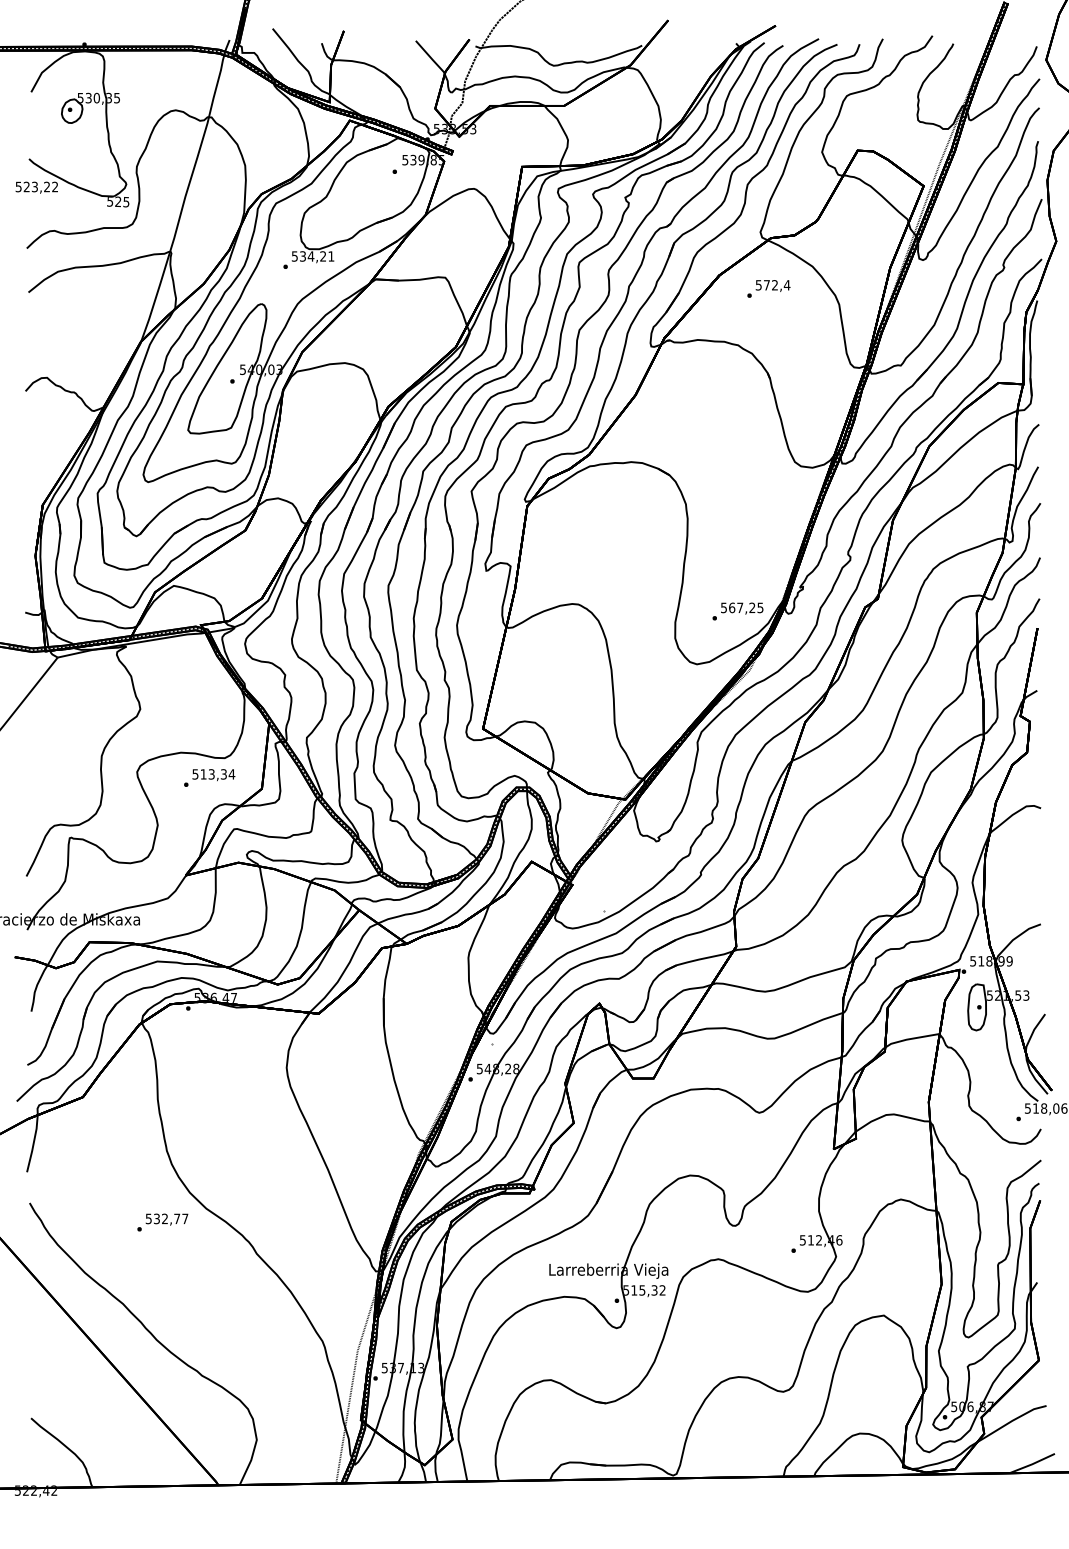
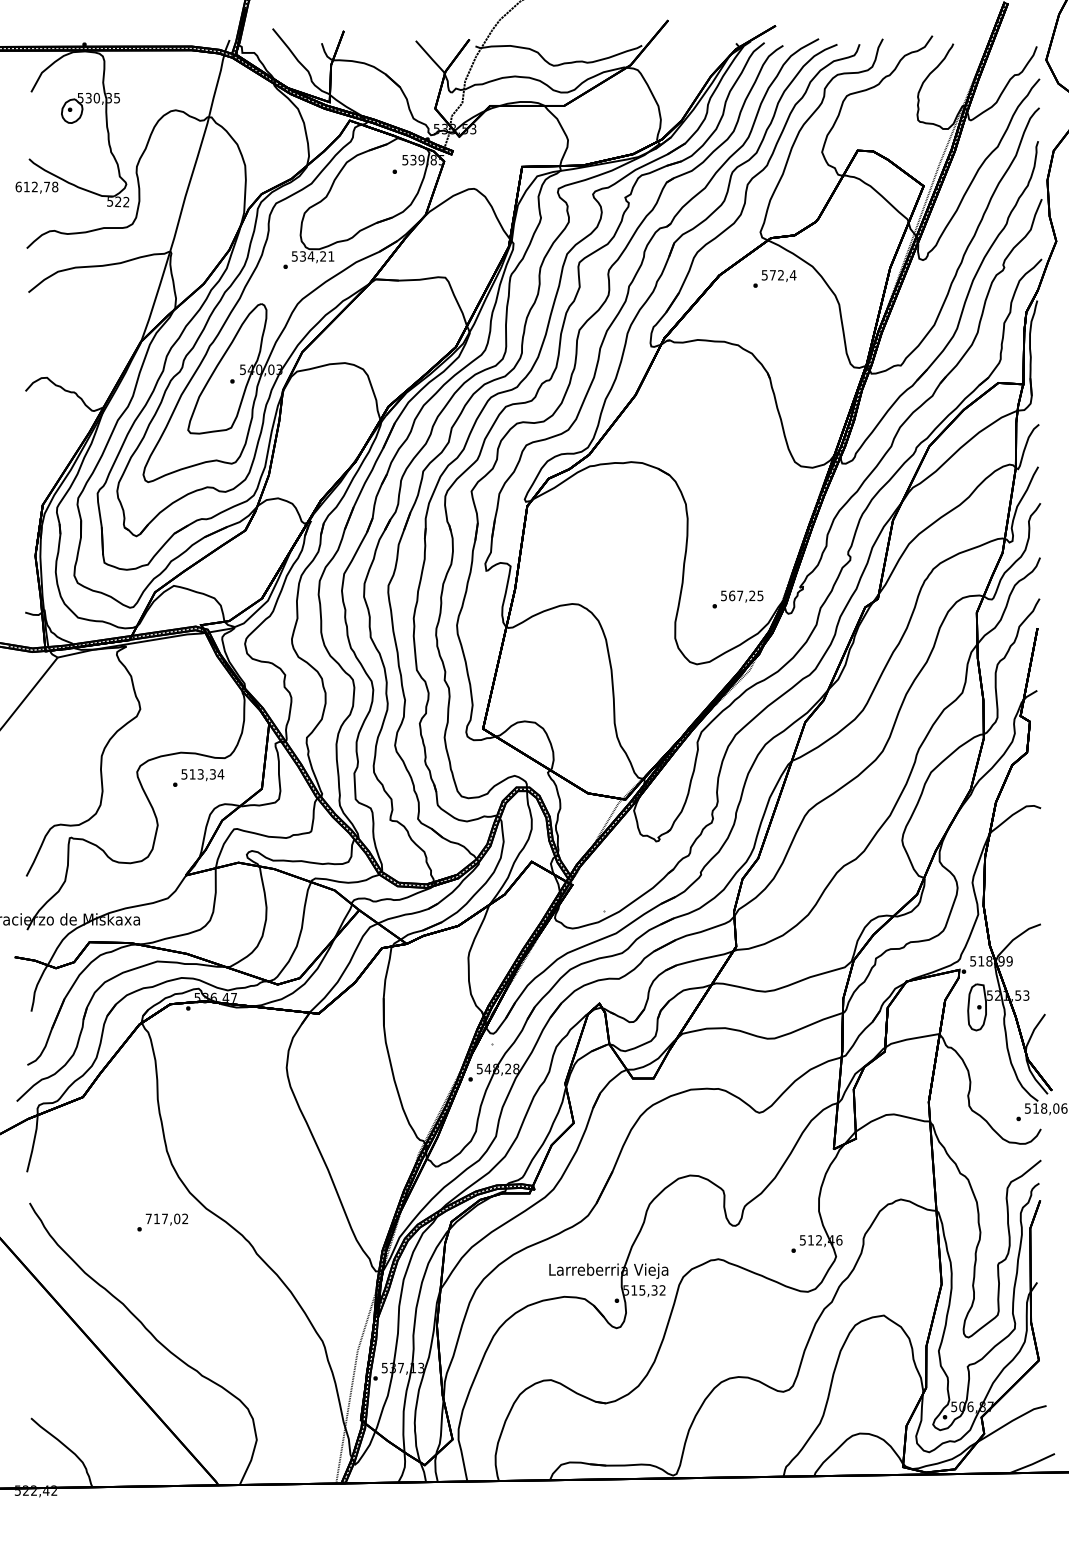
text at (36, 186): 523,22 -> 612,78
text at (126, 201): 525 -> 522
text at (768, 288) position: (768, 288) -> (774, 278)
text at (737, 611) position: (737, 611) -> (737, 599)
text at (209, 777) position: (209, 777) -> (198, 777)
text at (166, 1218): 532,77 -> 717,02
